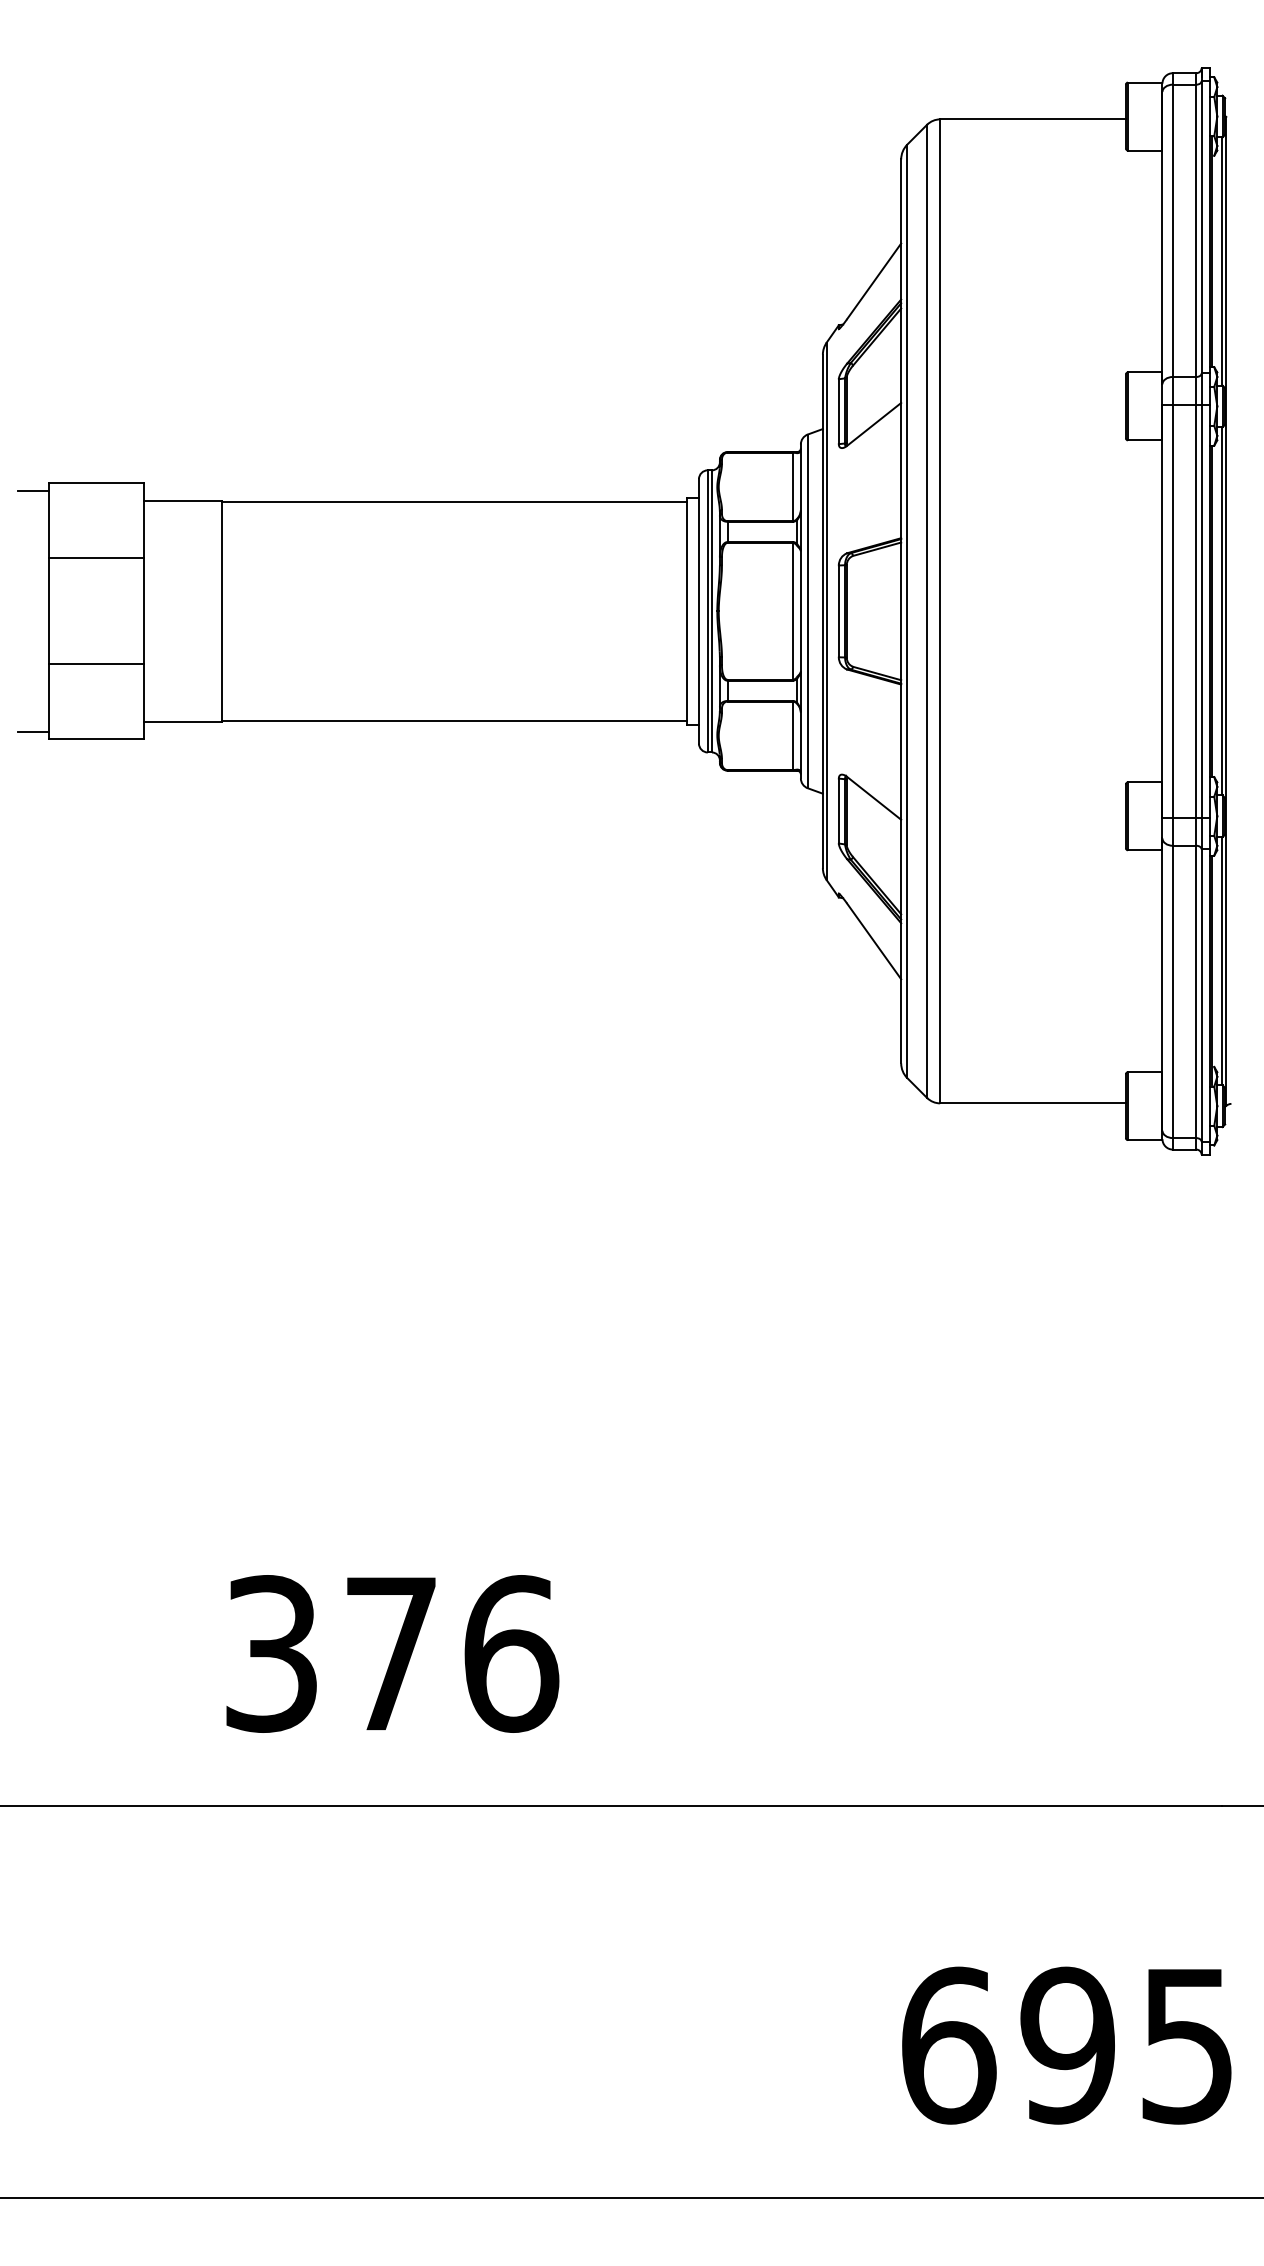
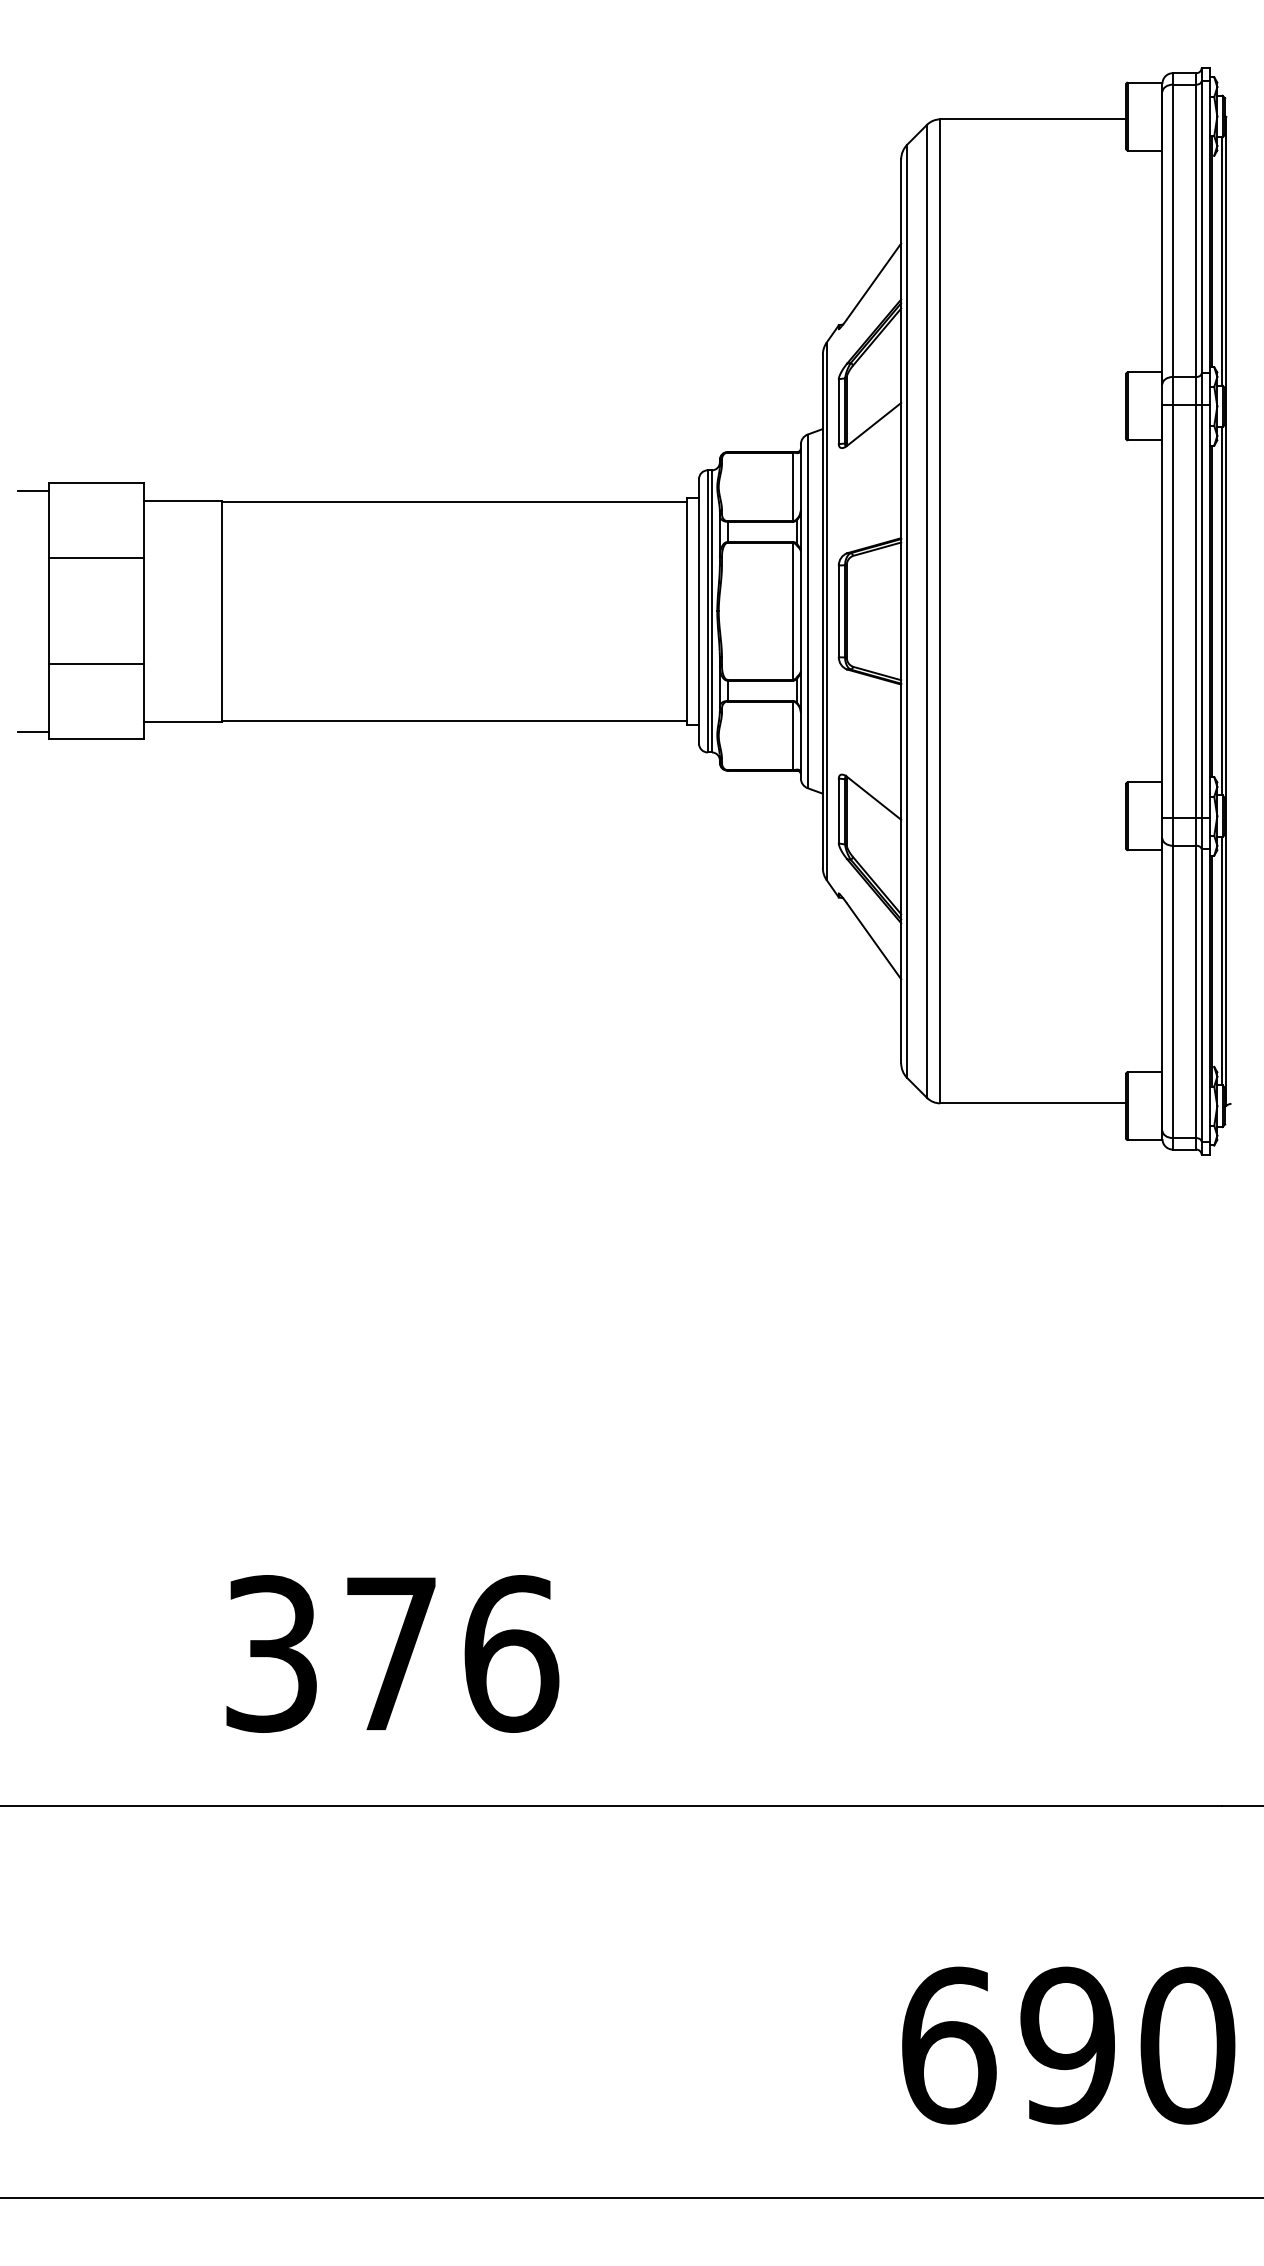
text at (1187, 2045): 695 -> 690
